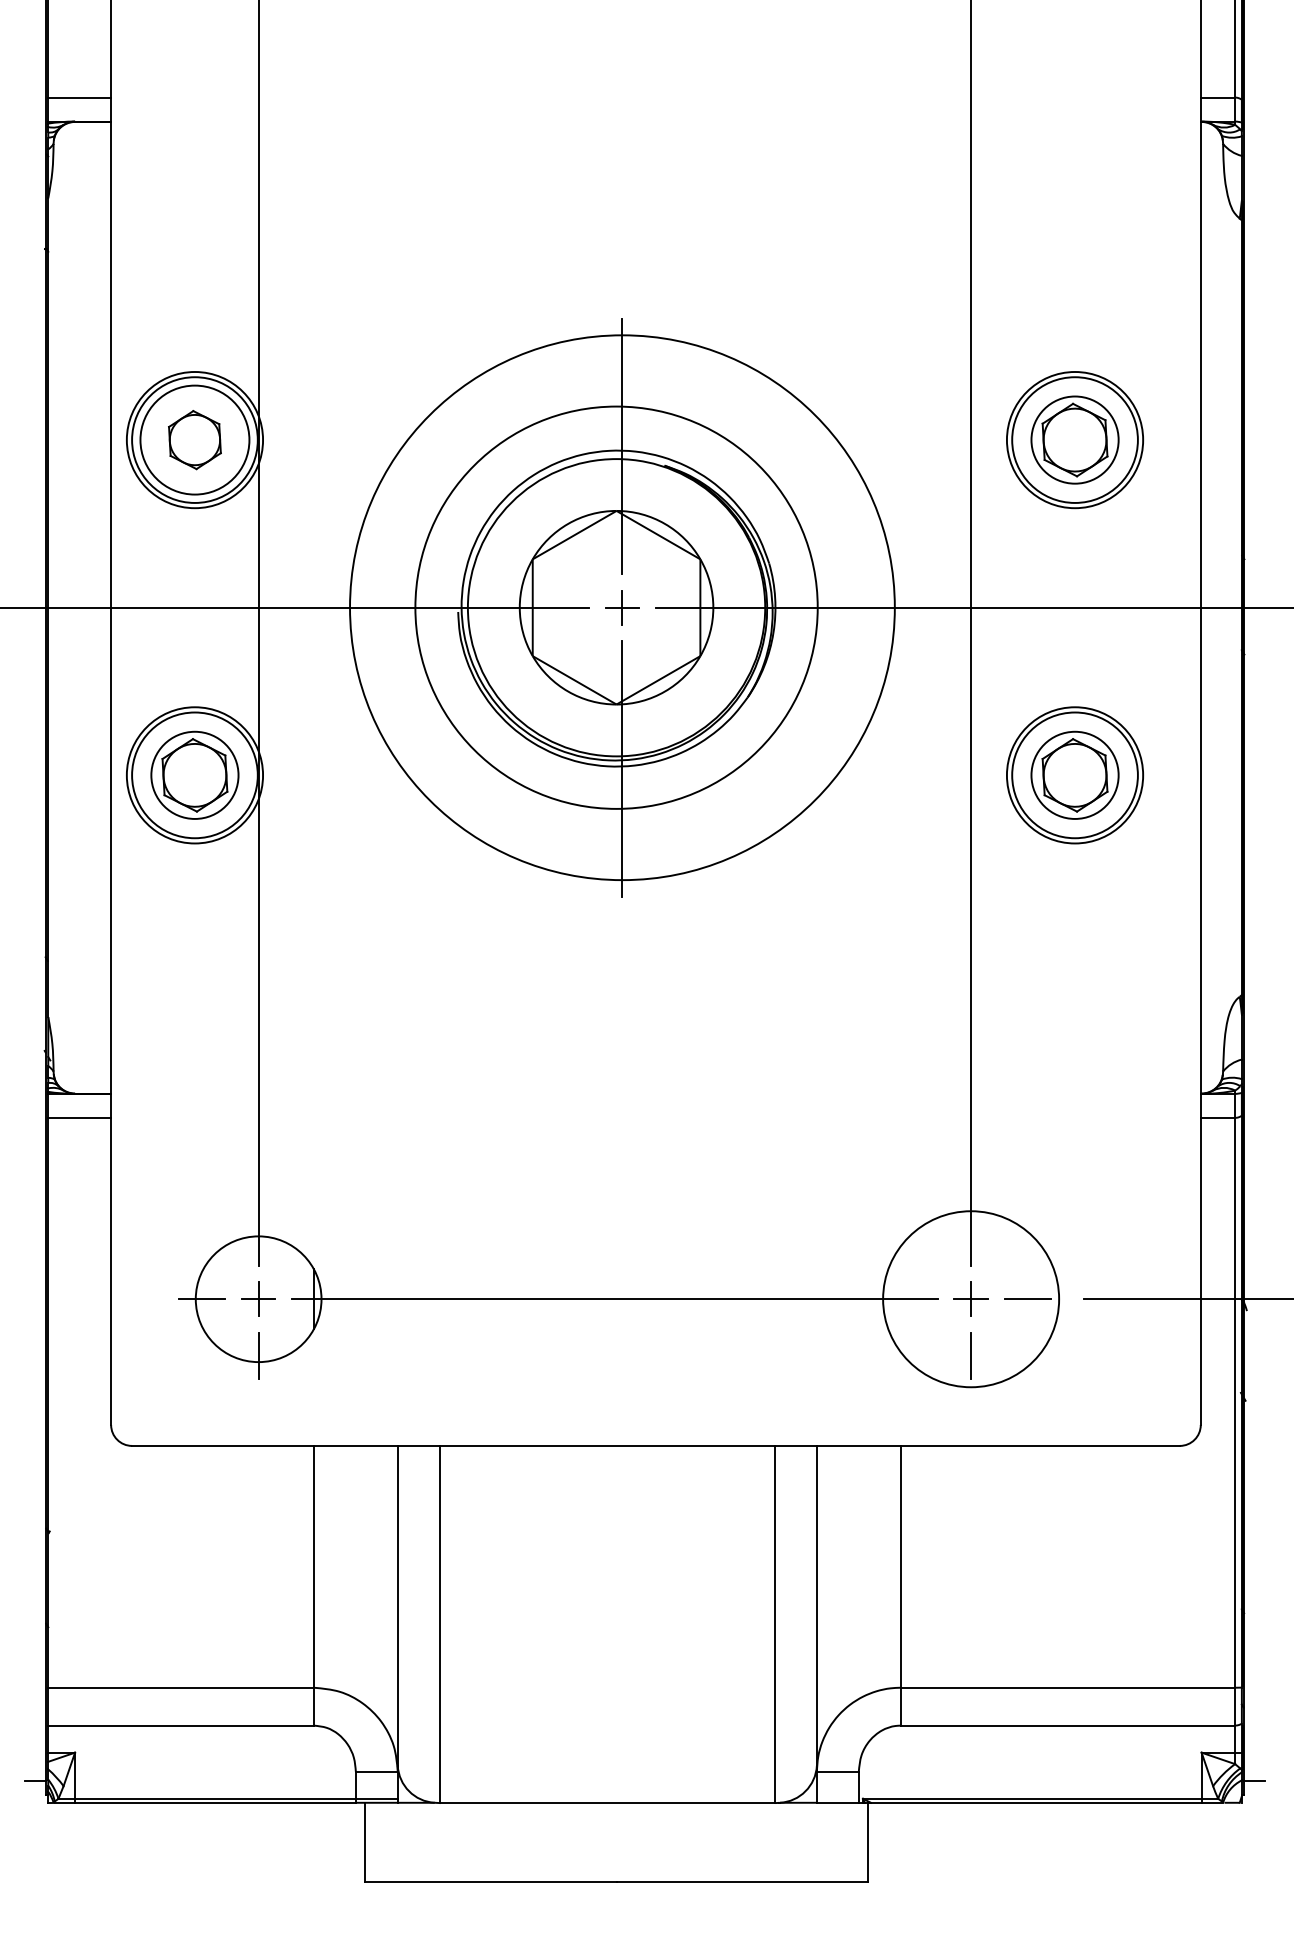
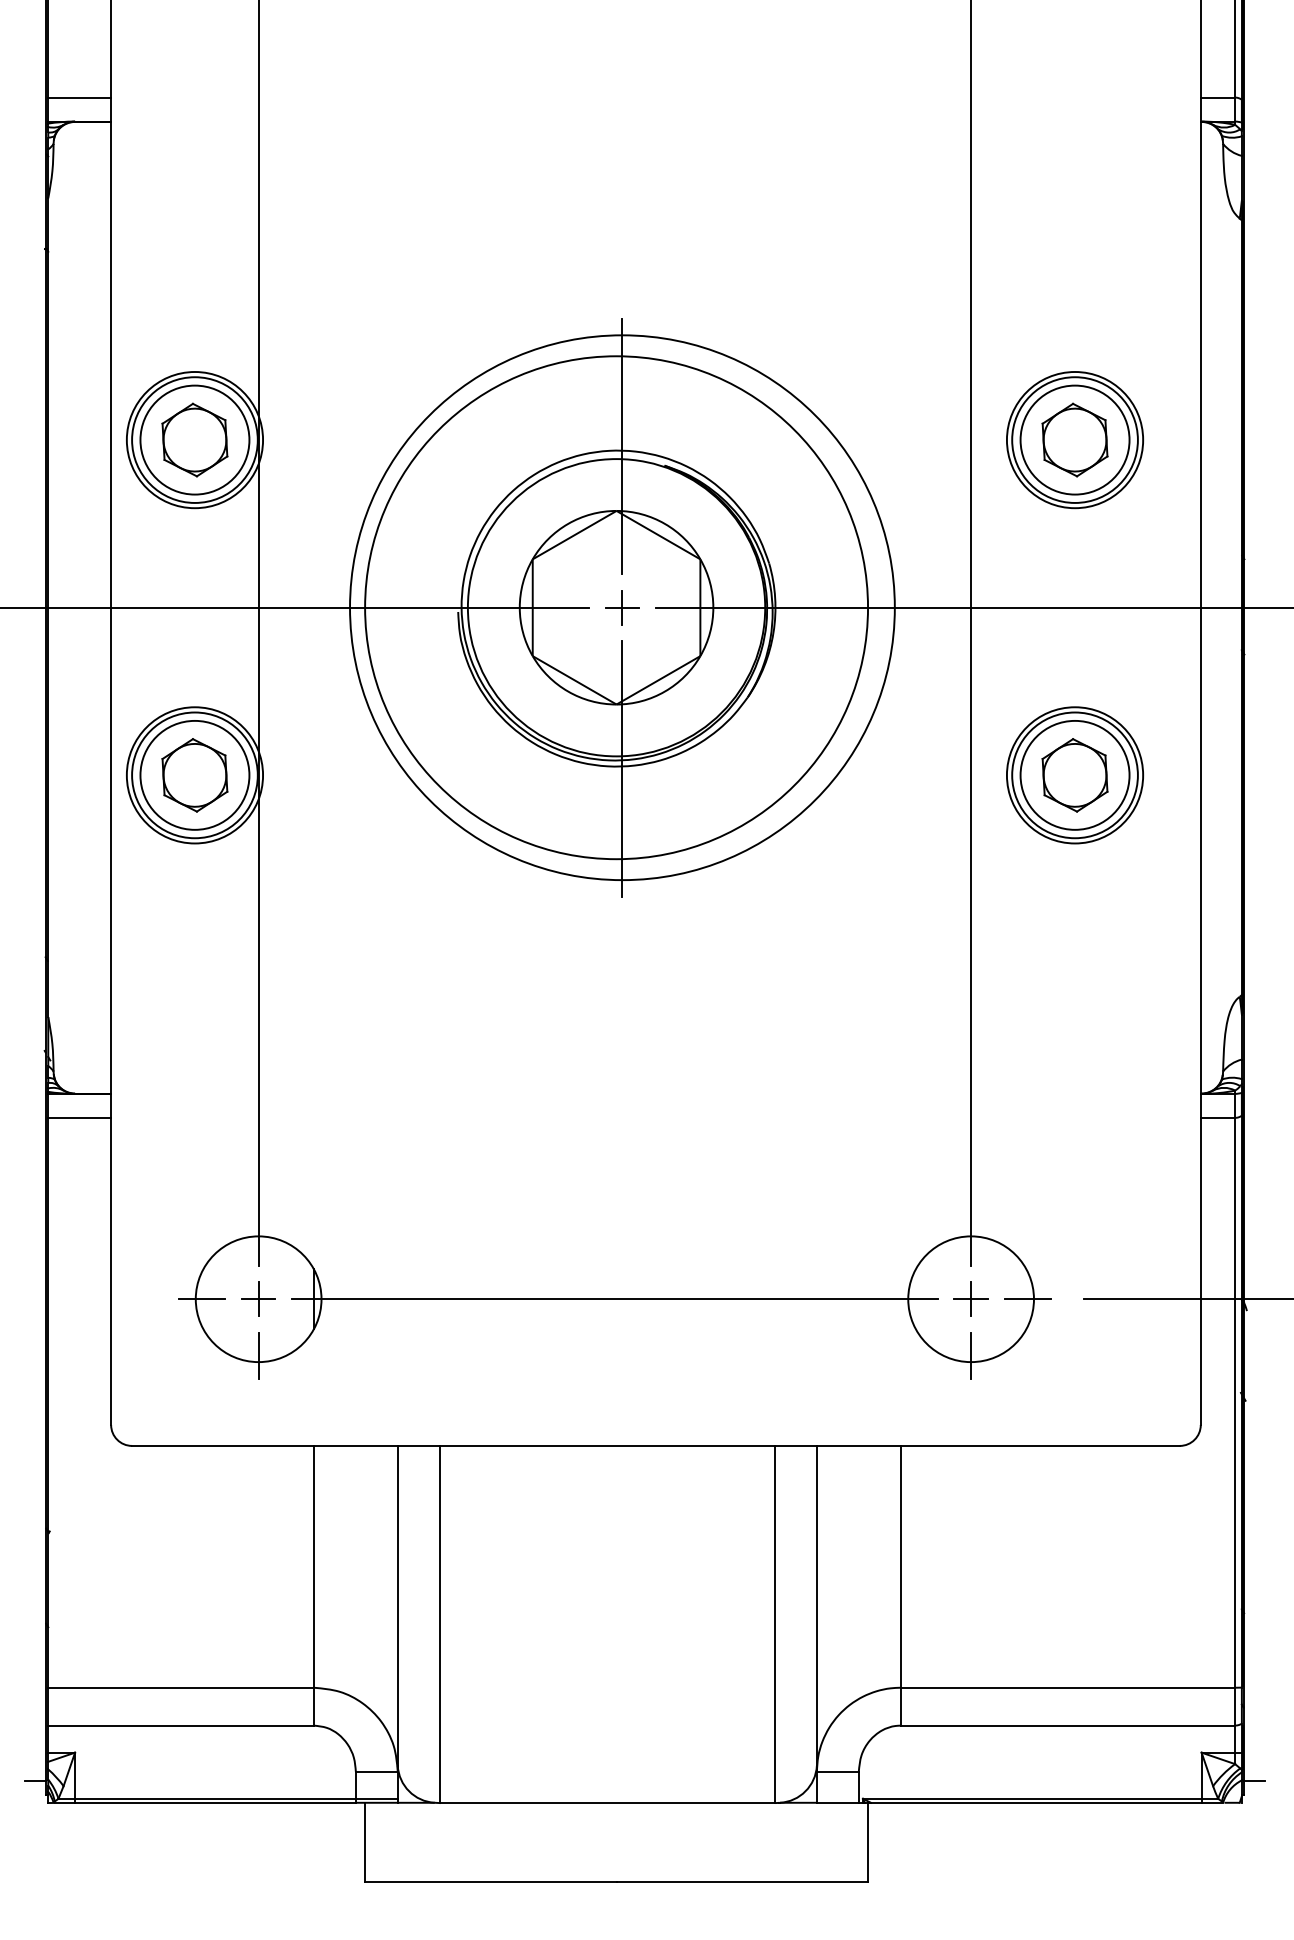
circle at (1074, 439) diameter: 87 px -> 109 px
part at (194, 440) size: 54x61 px -> 68x76 px
circle at (616, 607) diameter: 402 px -> 503 px
circle at (194, 774) diameter: 87 px -> 109 px
circle at (1074, 774) diameter: 87 px -> 109 px
circle at (971, 1299) diameter: 176 px -> 126 px
